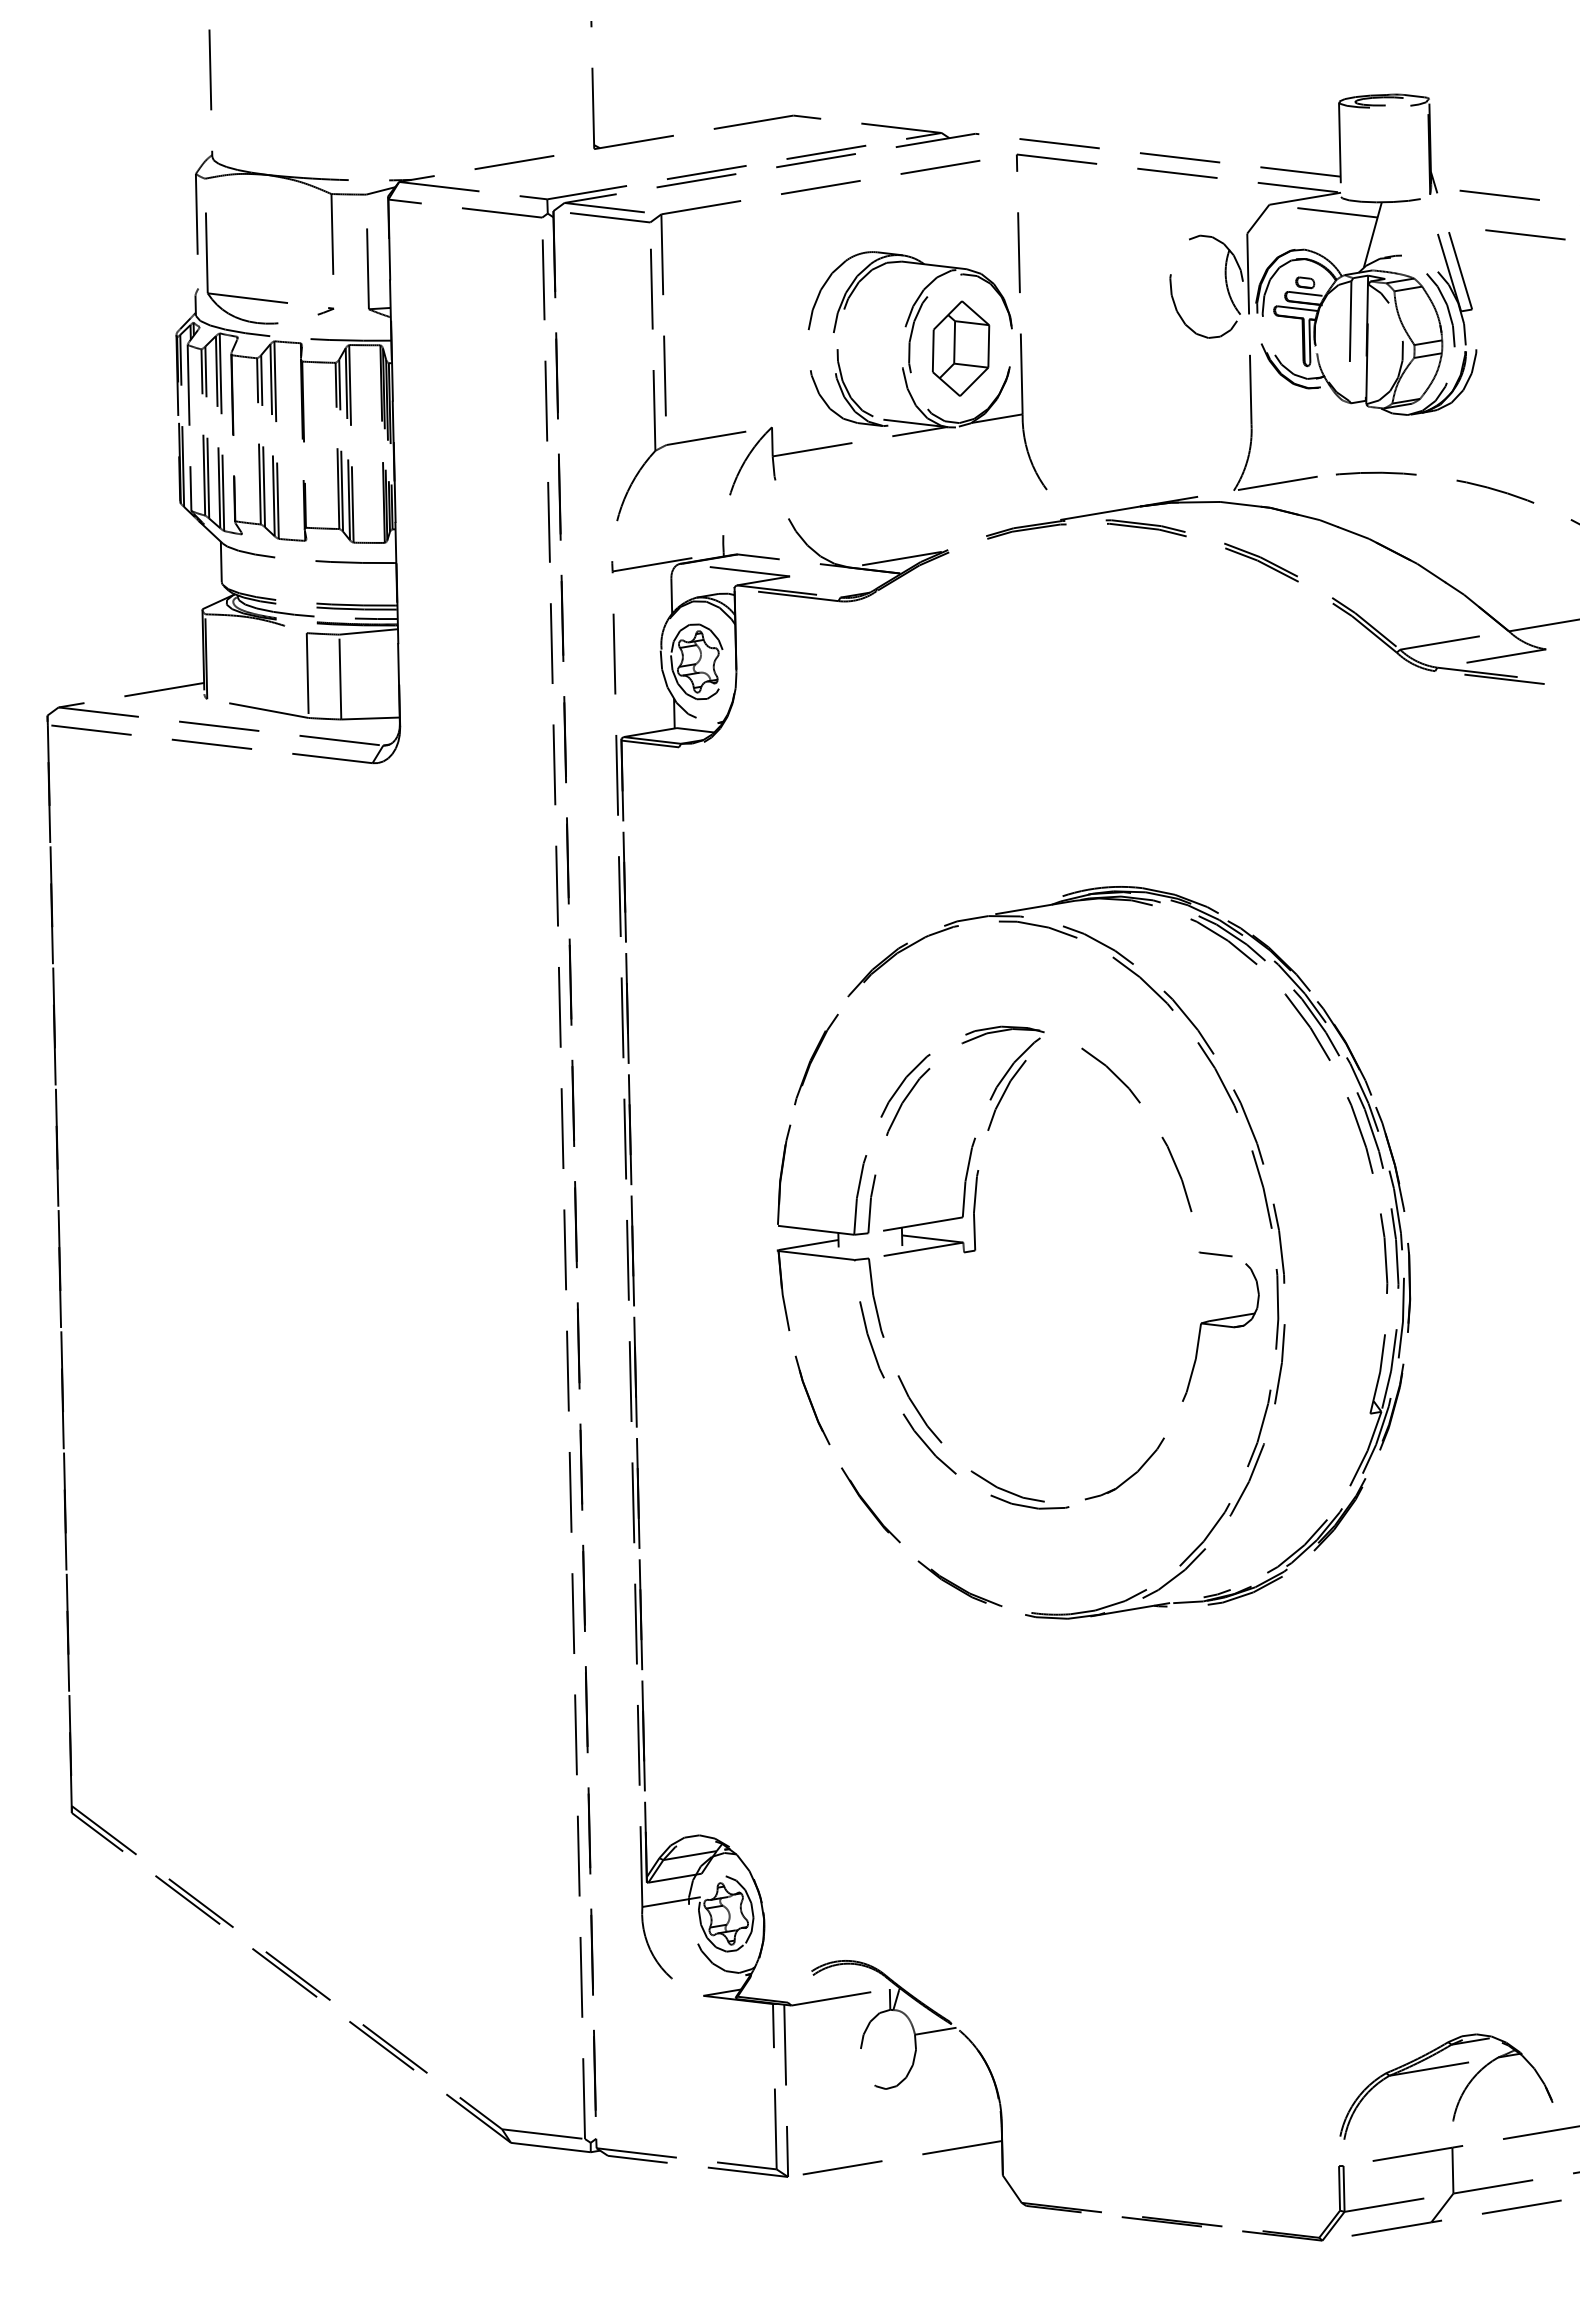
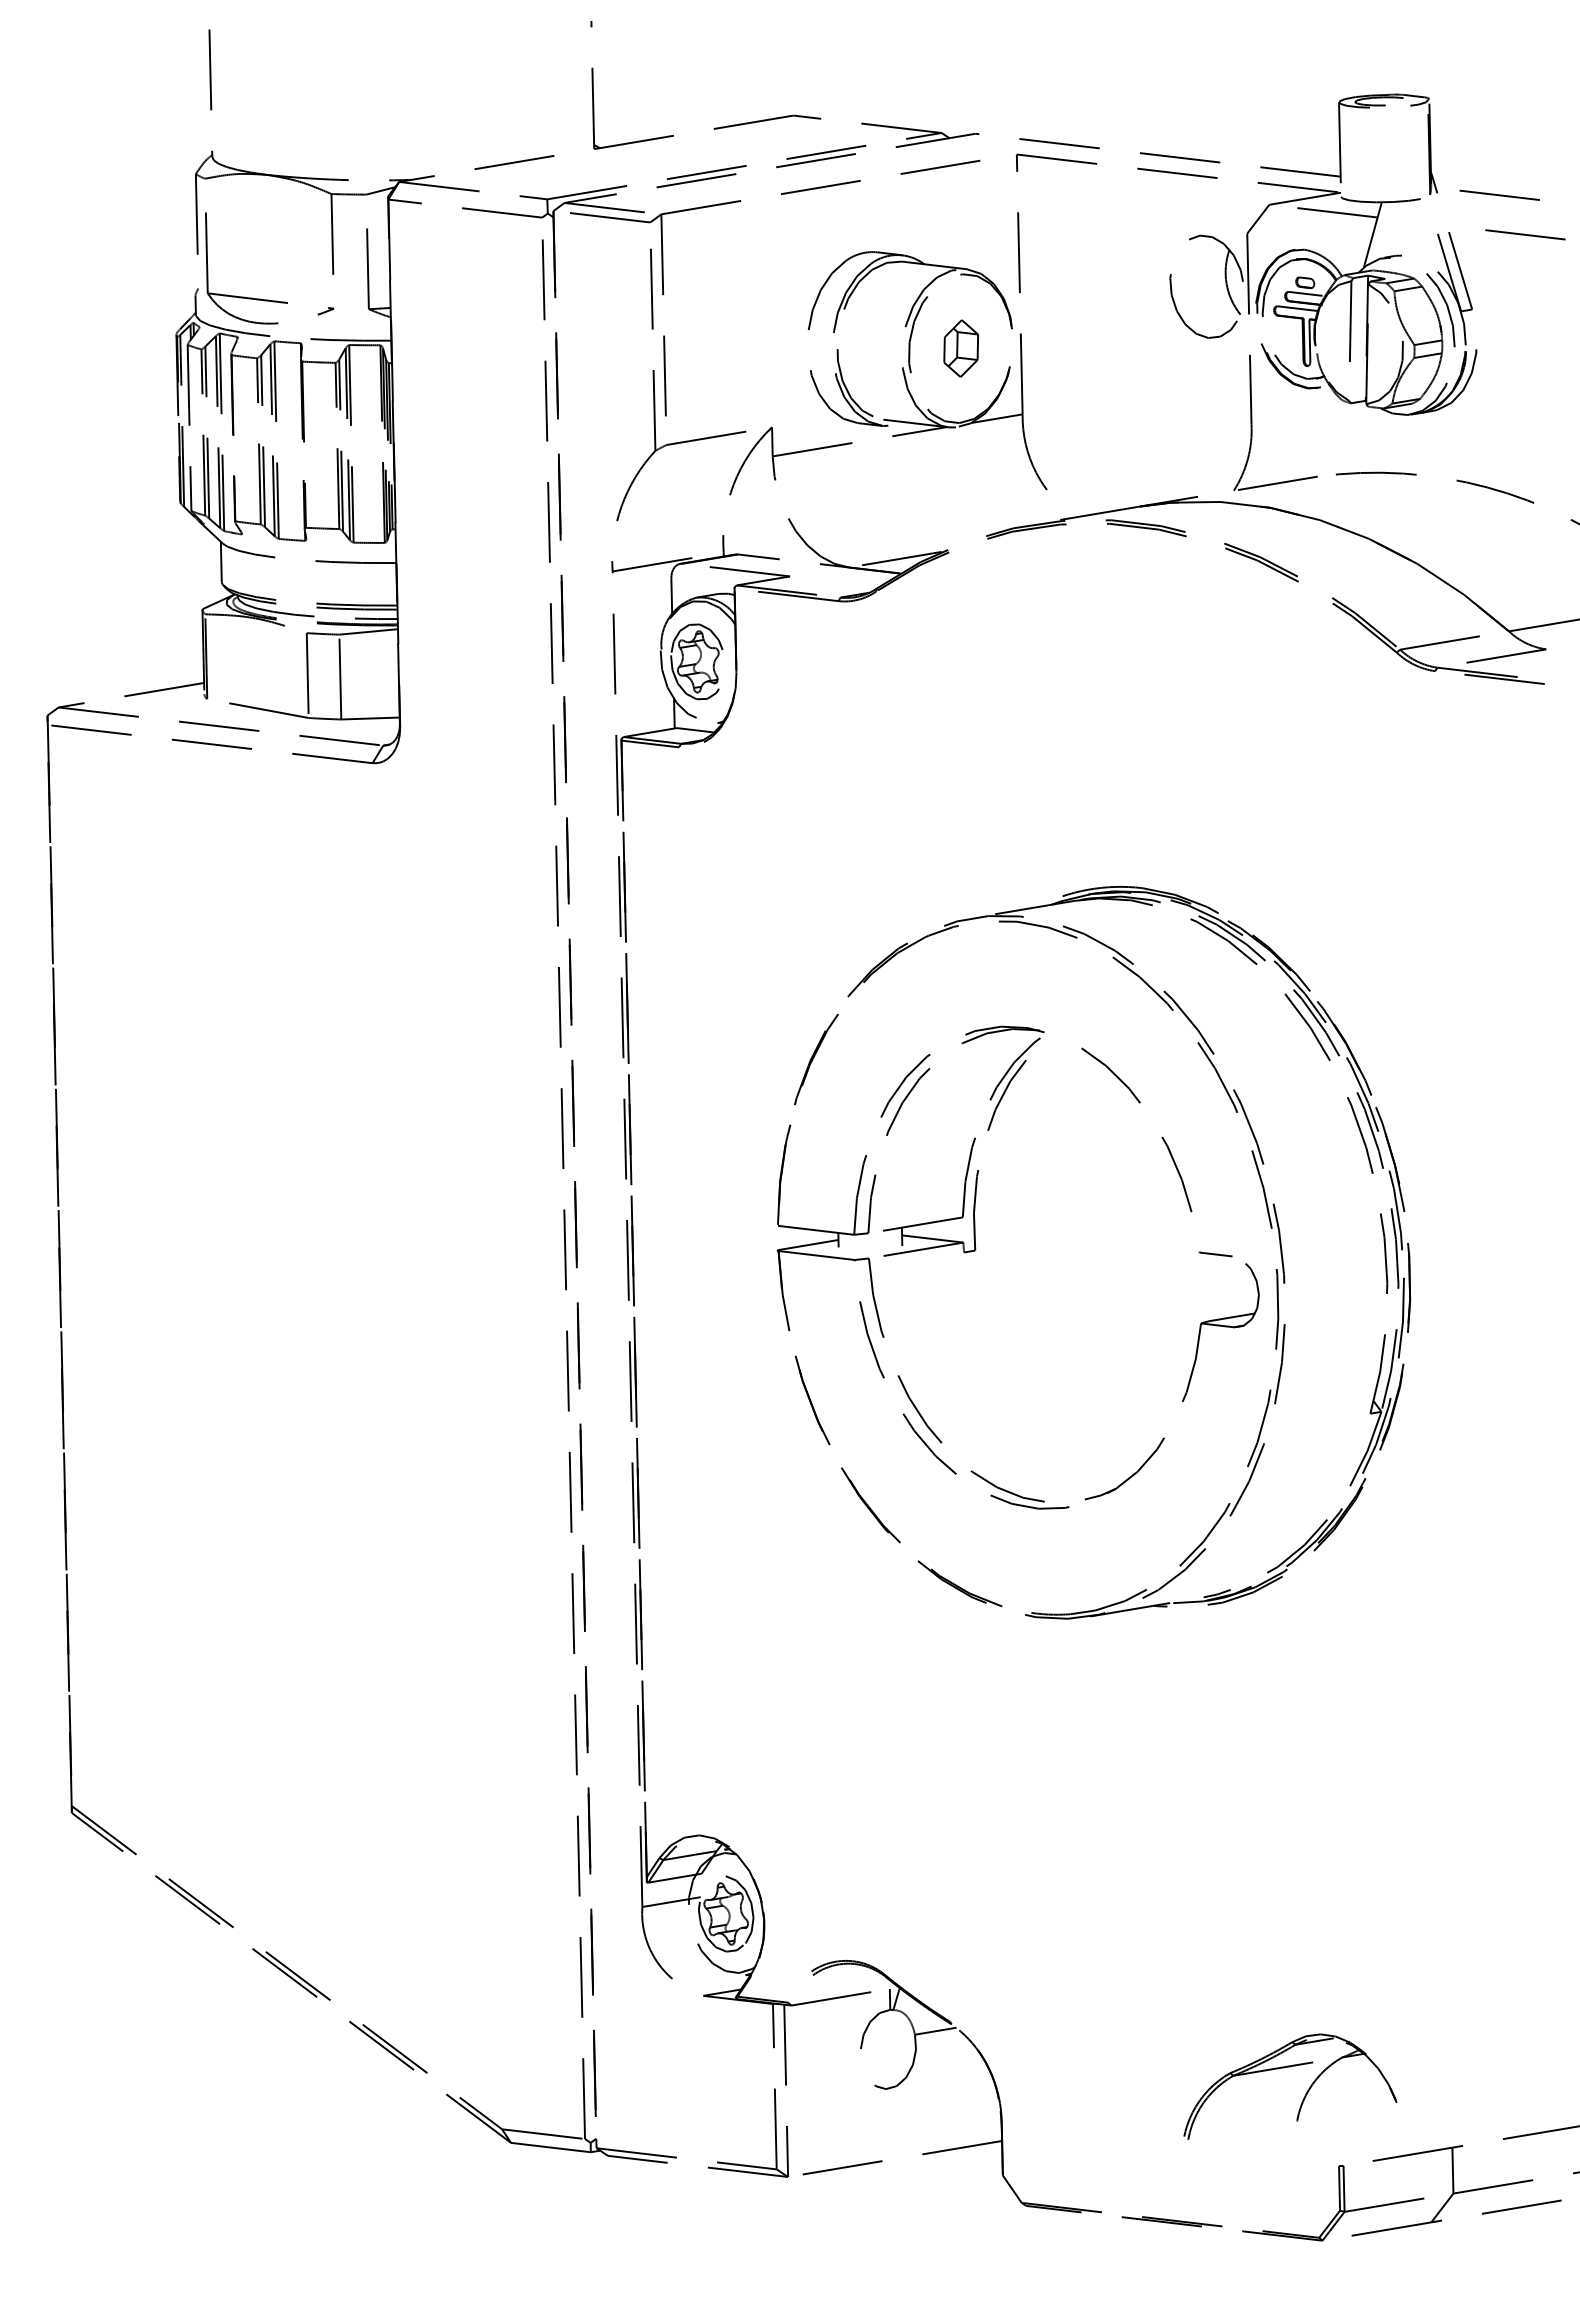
part at (961, 348) size: 59x97 px -> 36x59 px
part at (1461, 2093) position: (1461, 2093) -> (1305, 2093)
